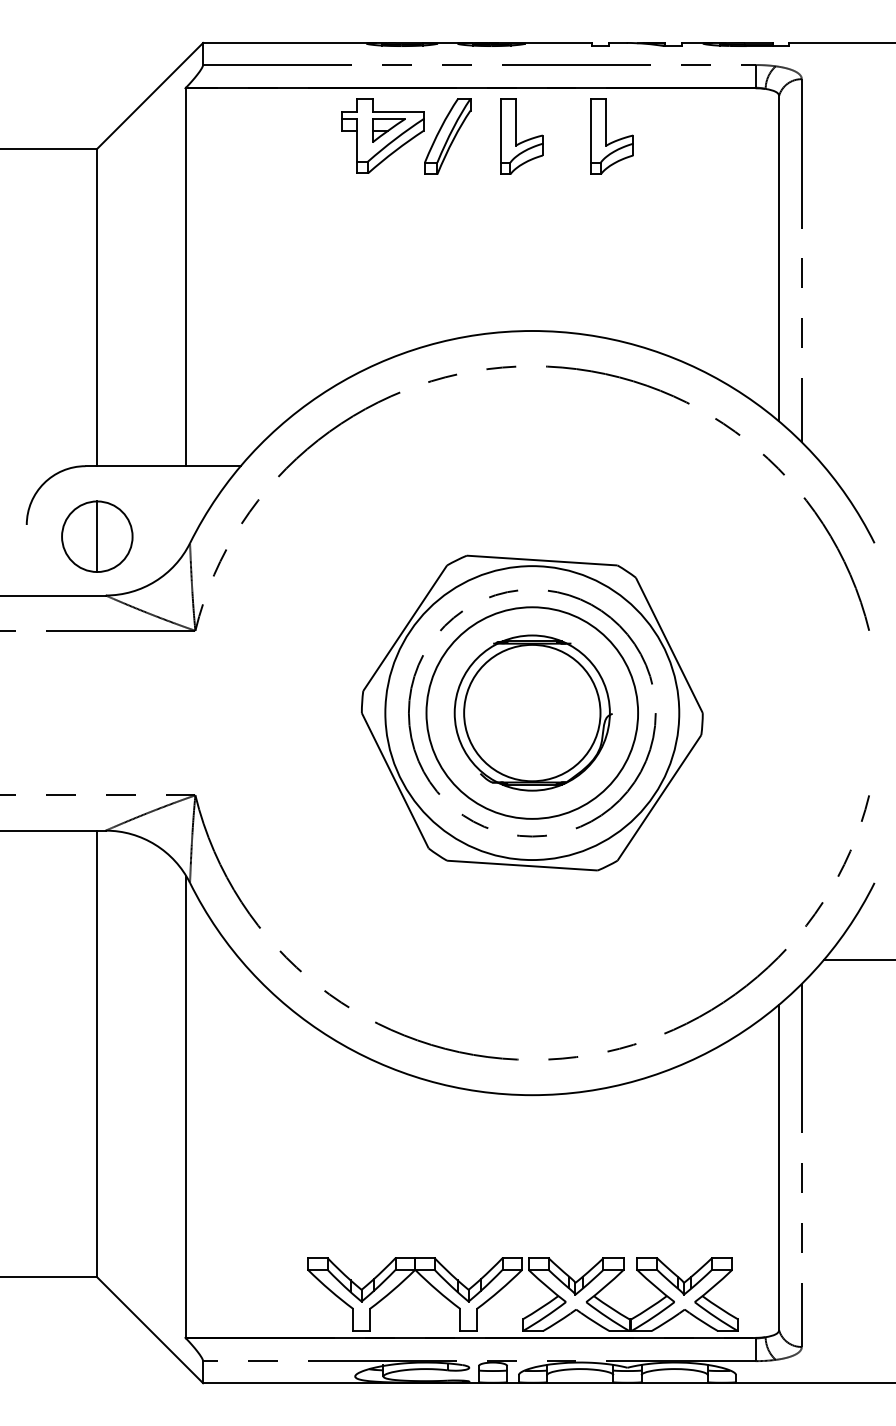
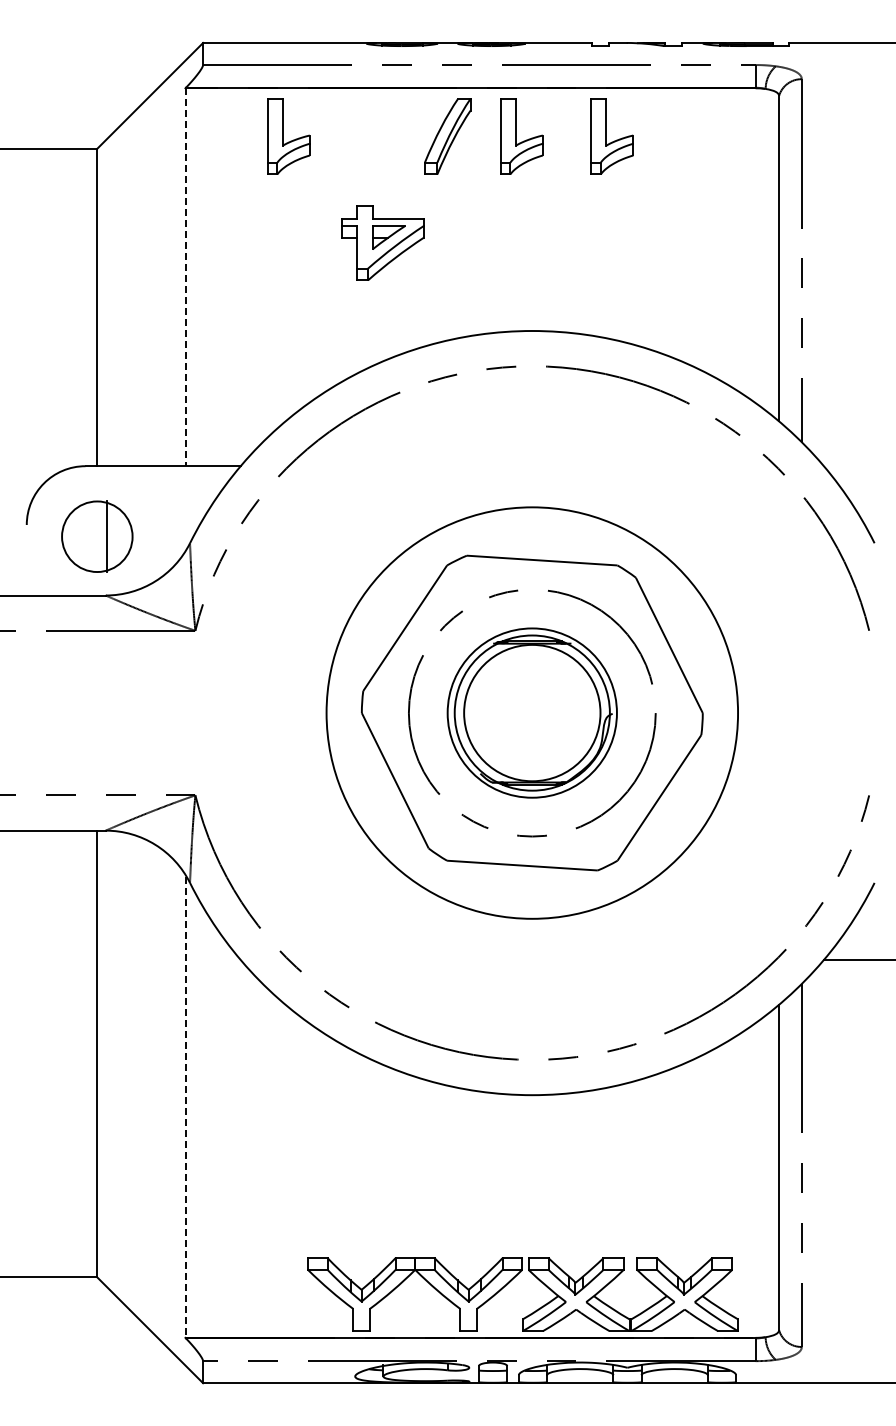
part at (382, 135) position: (382, 135) -> (382, 242)
part at (288, 136): none -> present
line at (185, 277): solid -> dashed
line at (97, 536) position: (97, 536) -> (107, 536)
circle at (532, 712) diameter: 212 px -> 169 px
circle at (532, 713) diameter: 294 px -> 411 px
line at (185, 1108): solid -> dashed
